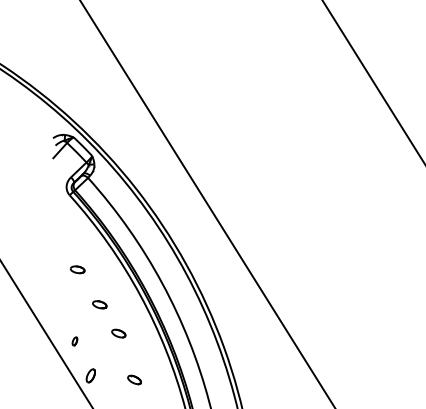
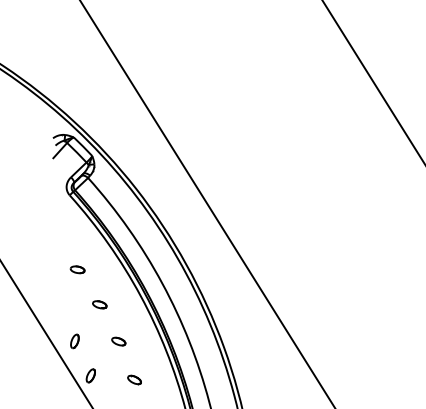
part at (118, 333) position: (118, 333) -> (118, 341)
part at (74, 341) size: 8x11 px -> 10x17 px
